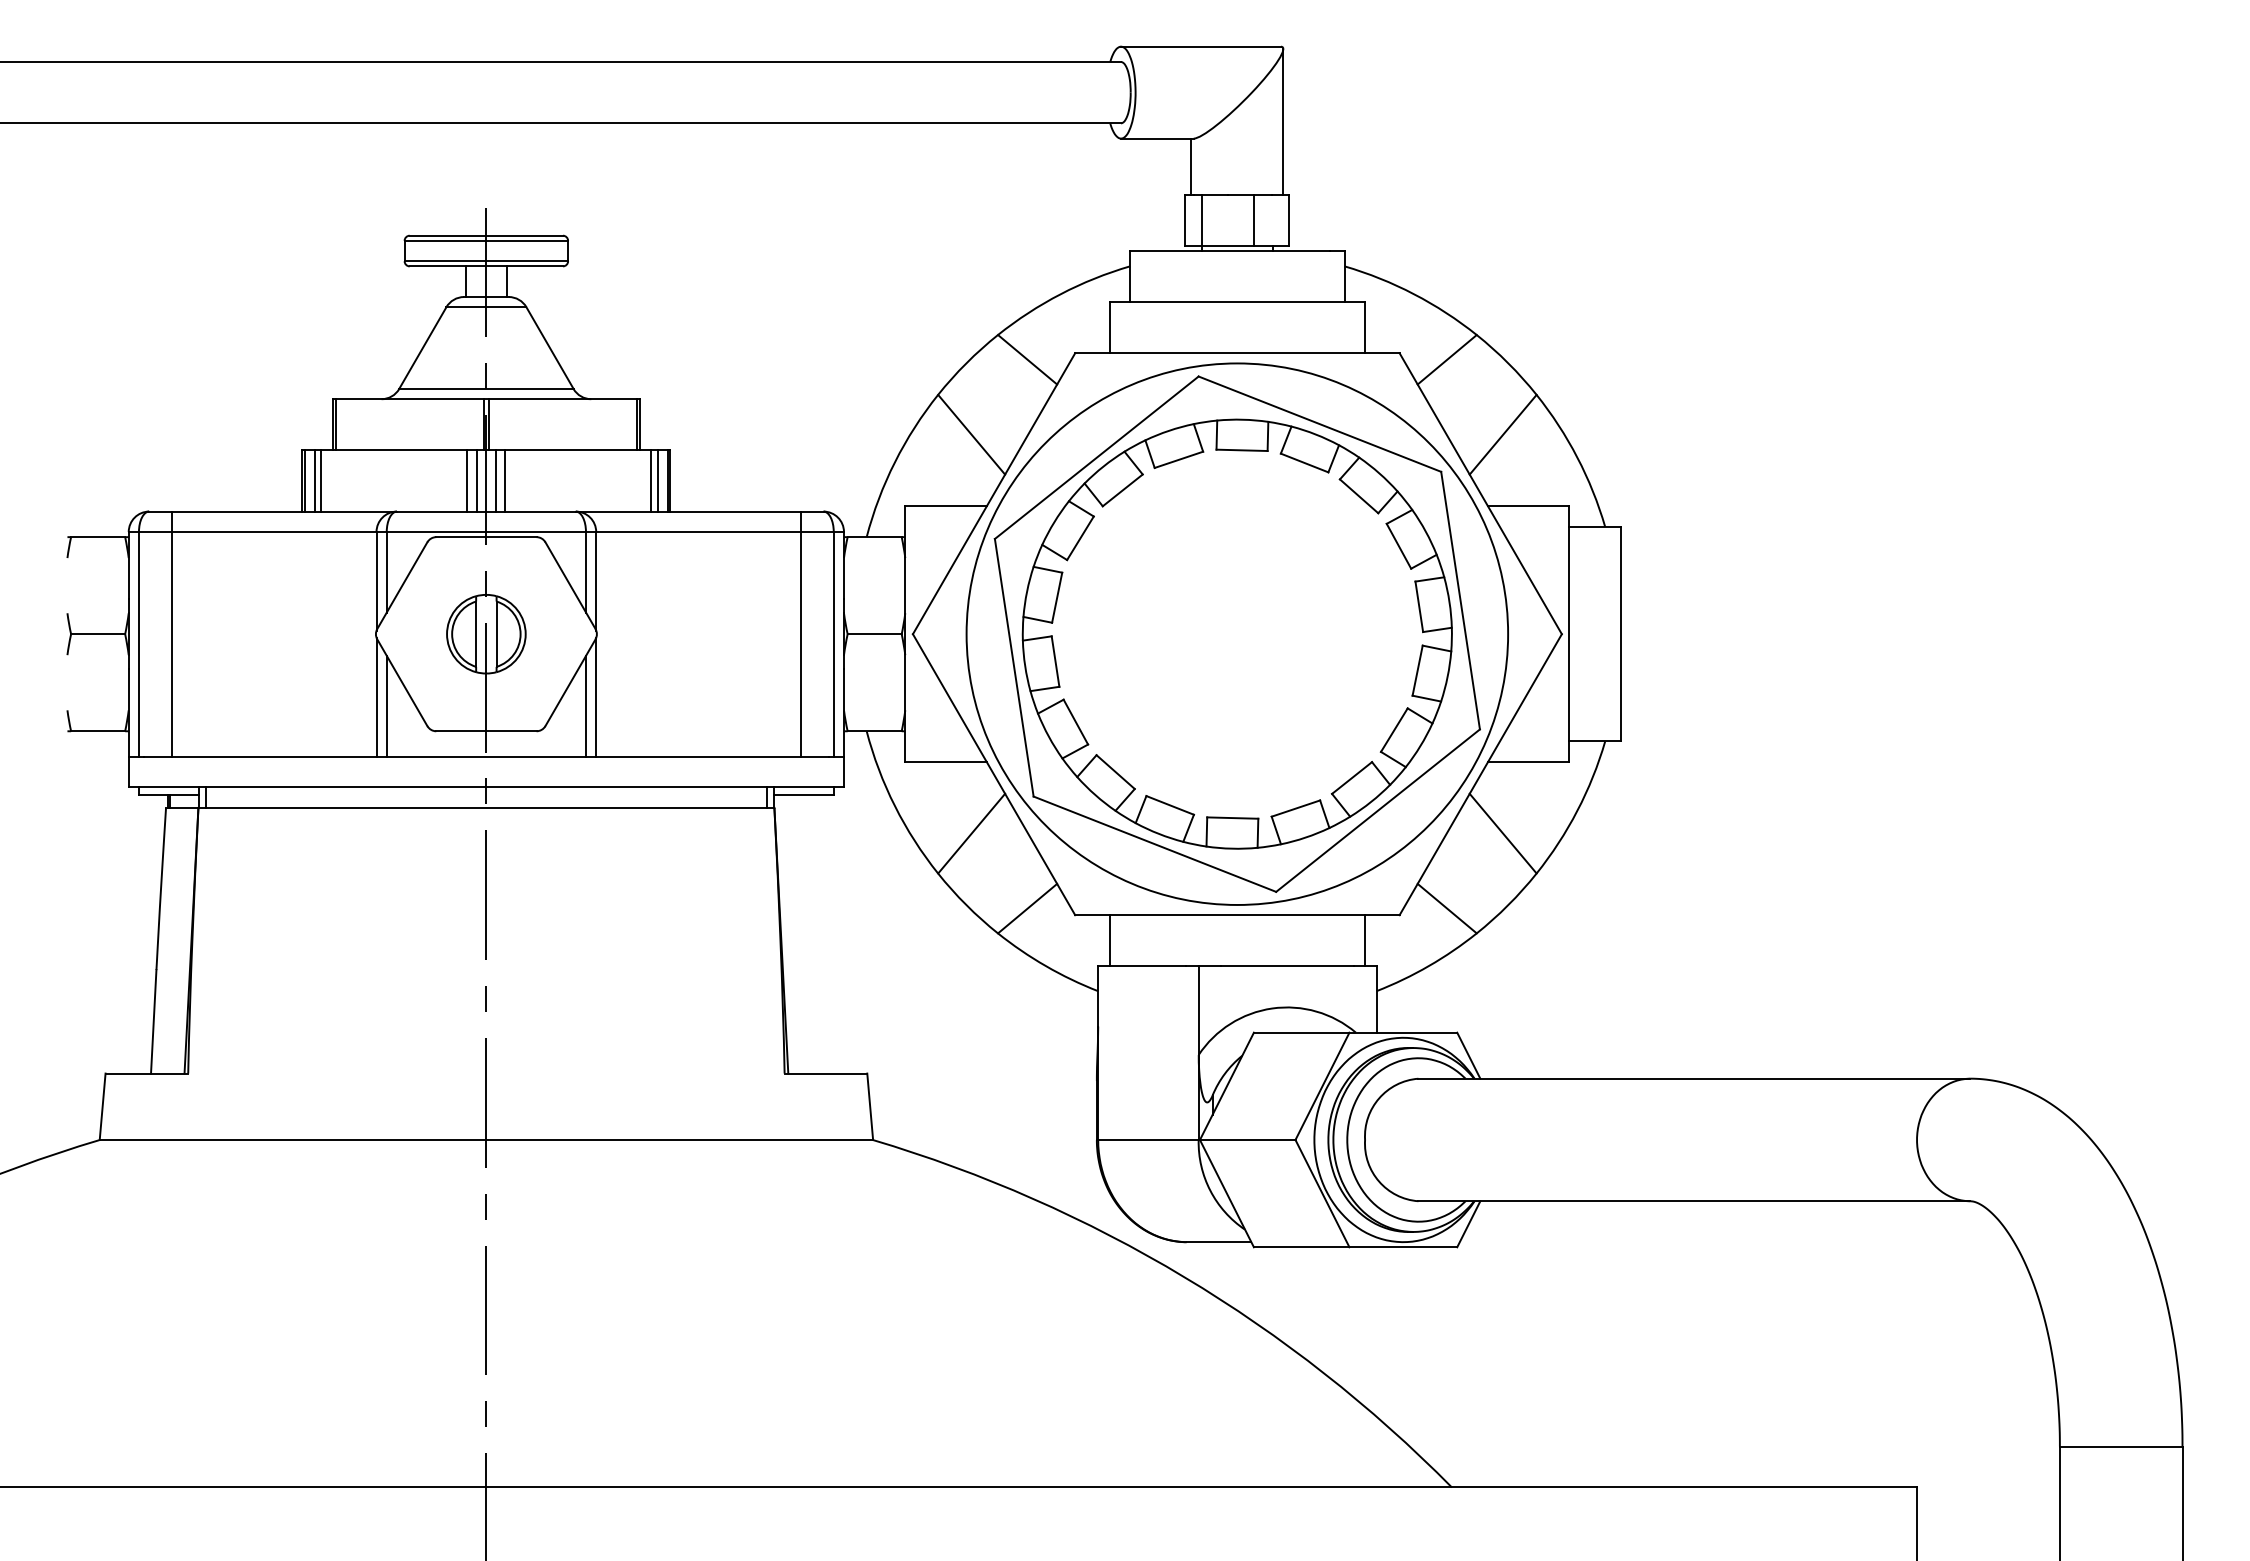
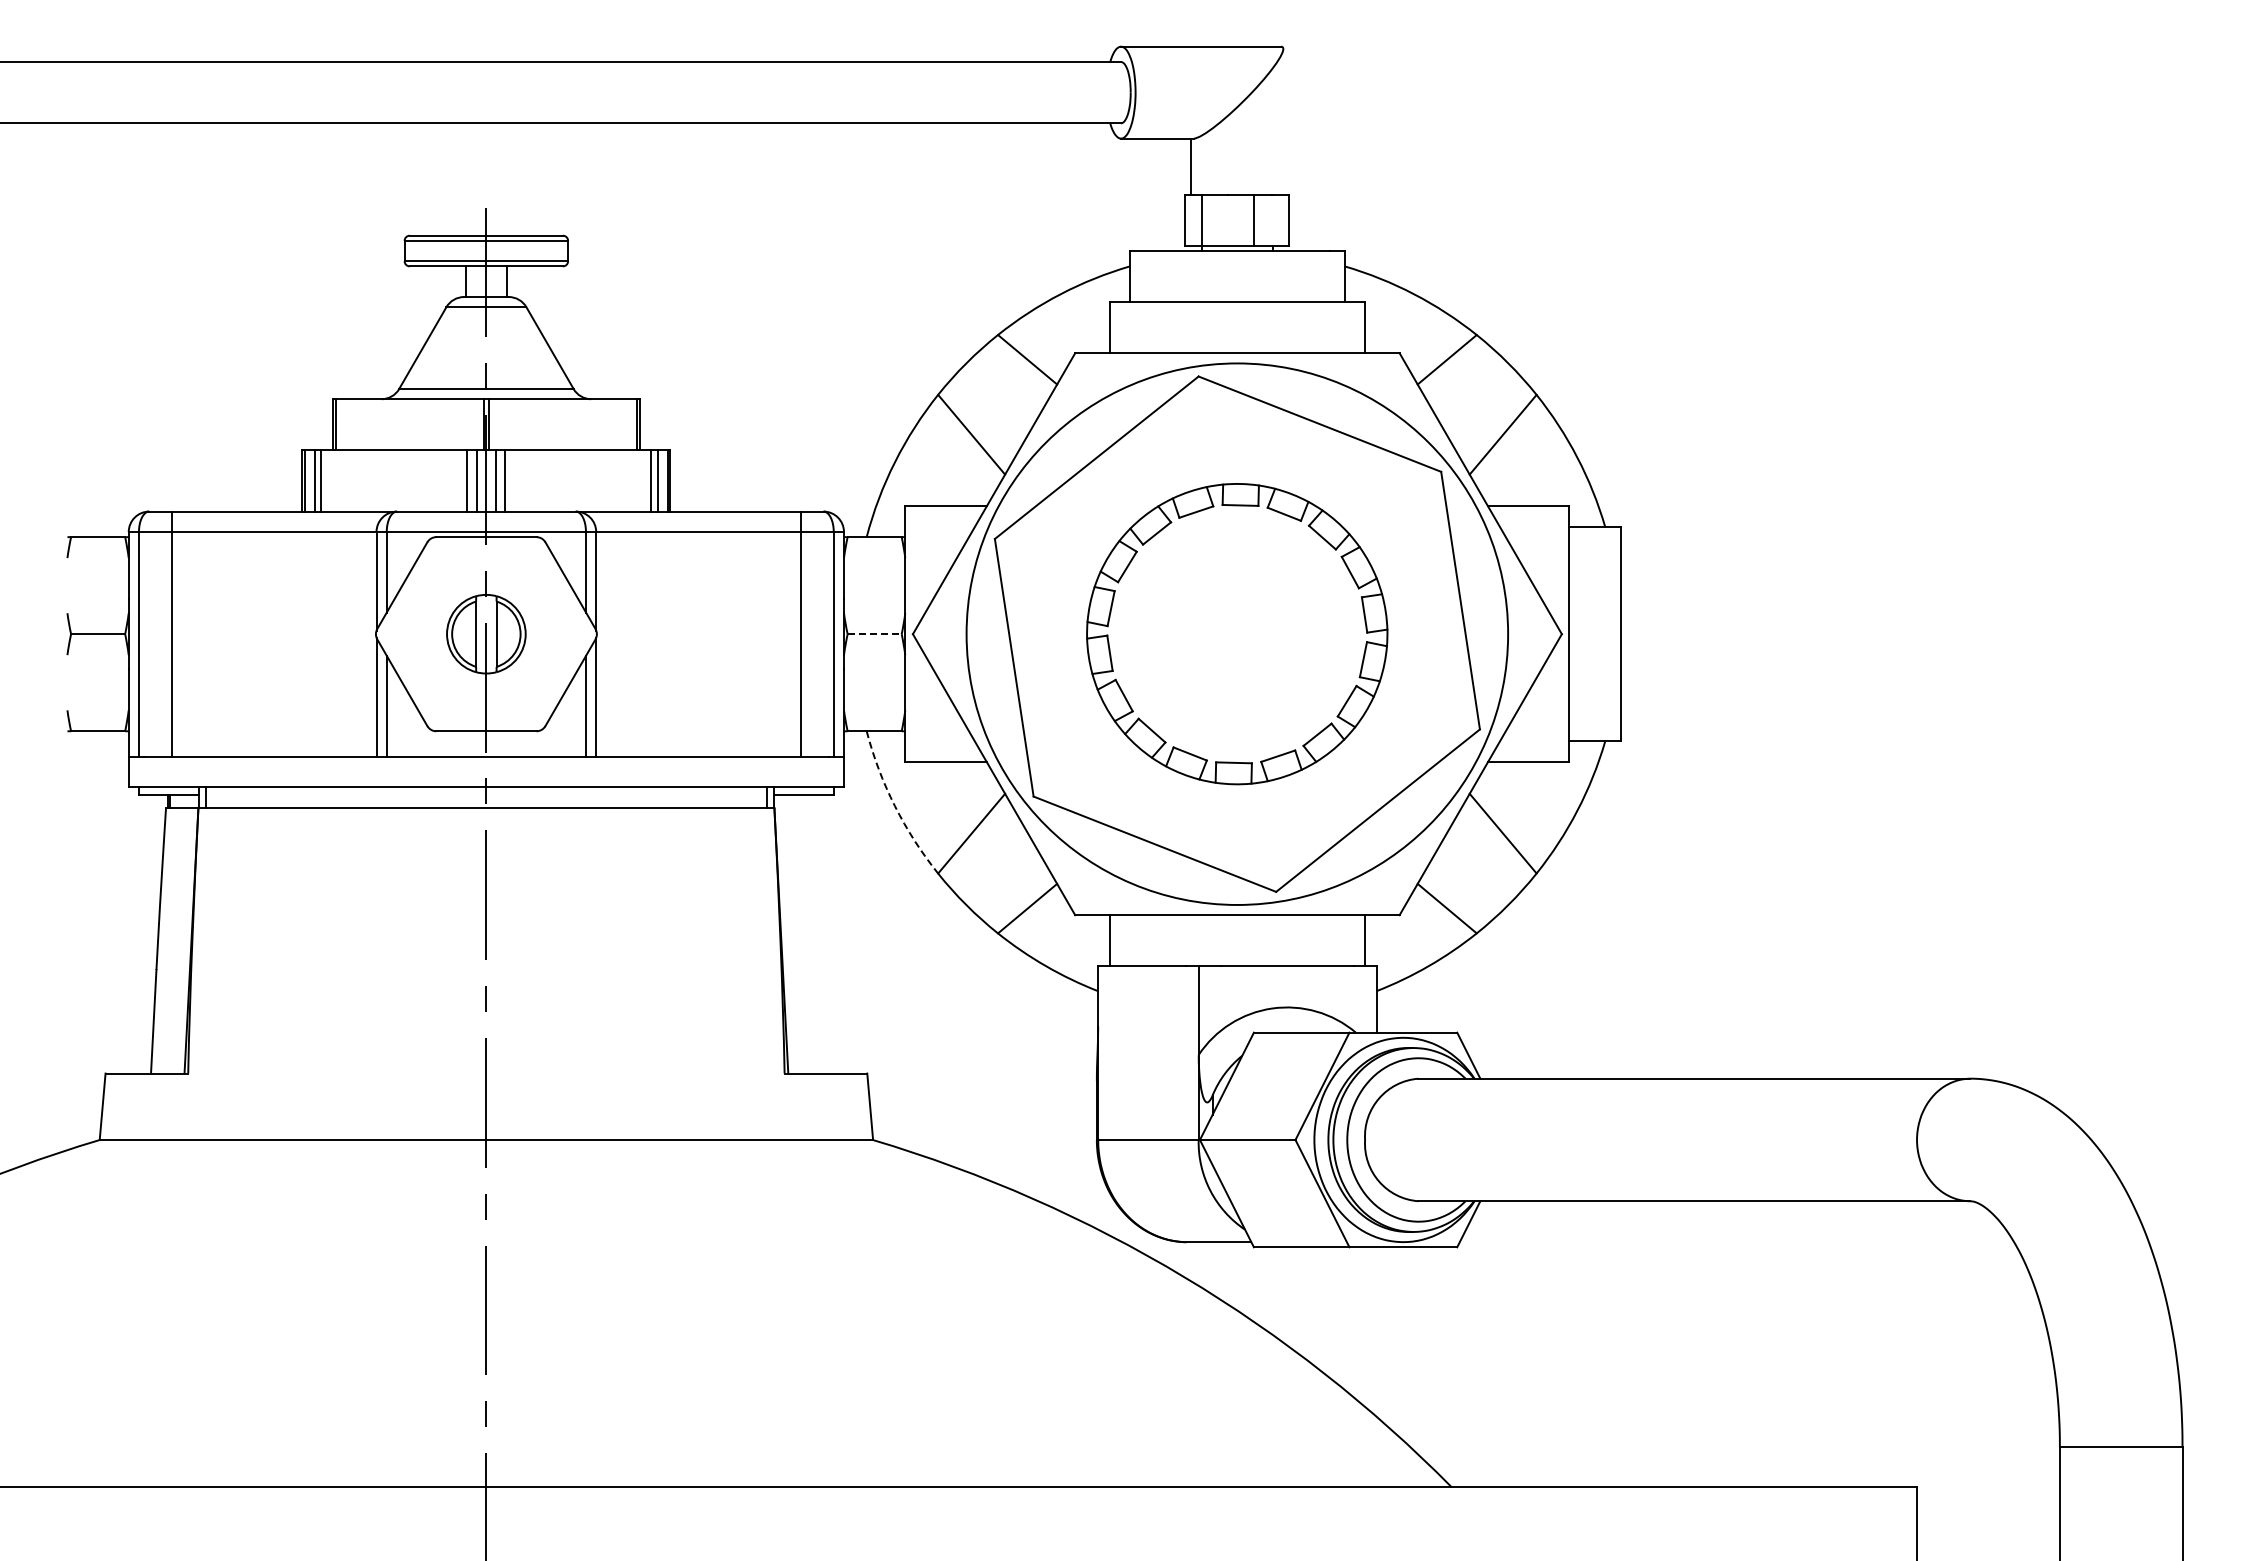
line at (1283, 121): present -> none
part at (1236, 633) size: 432x432 px -> 303x303 px
line at (875, 634): solid -> dashed
arc at (894, 806): solid -> dashed
